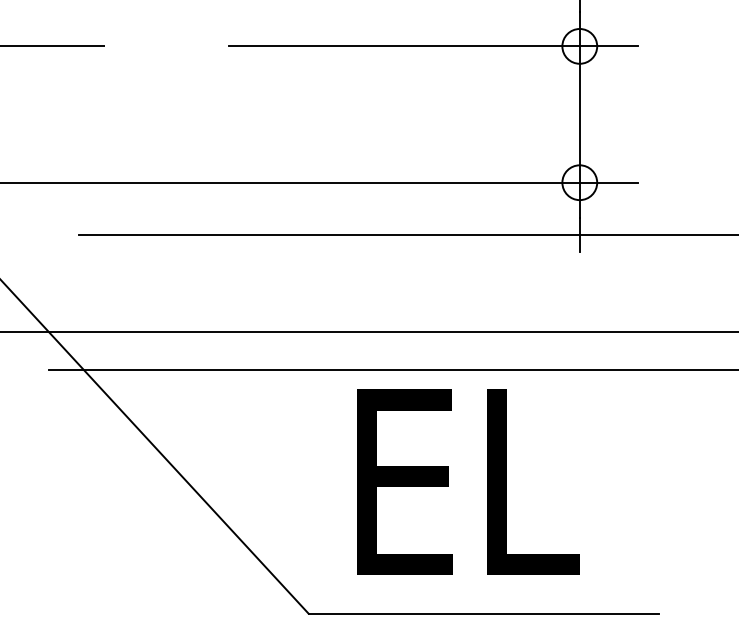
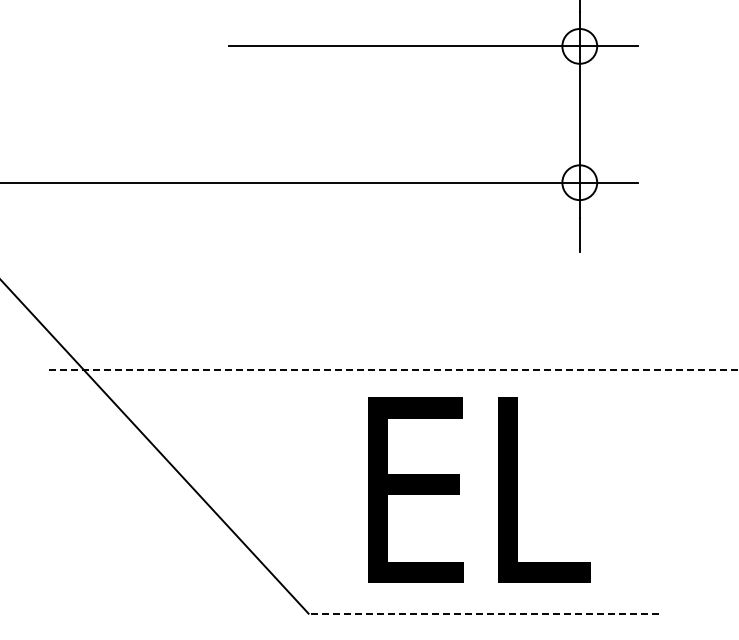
line at (53, 46): present -> none
line at (407, 234): present -> none
line at (368, 332): present -> none
line at (393, 369): solid -> dashed
text at (468, 481) position: (468, 481) -> (479, 489)
line at (483, 613): solid -> dashed
